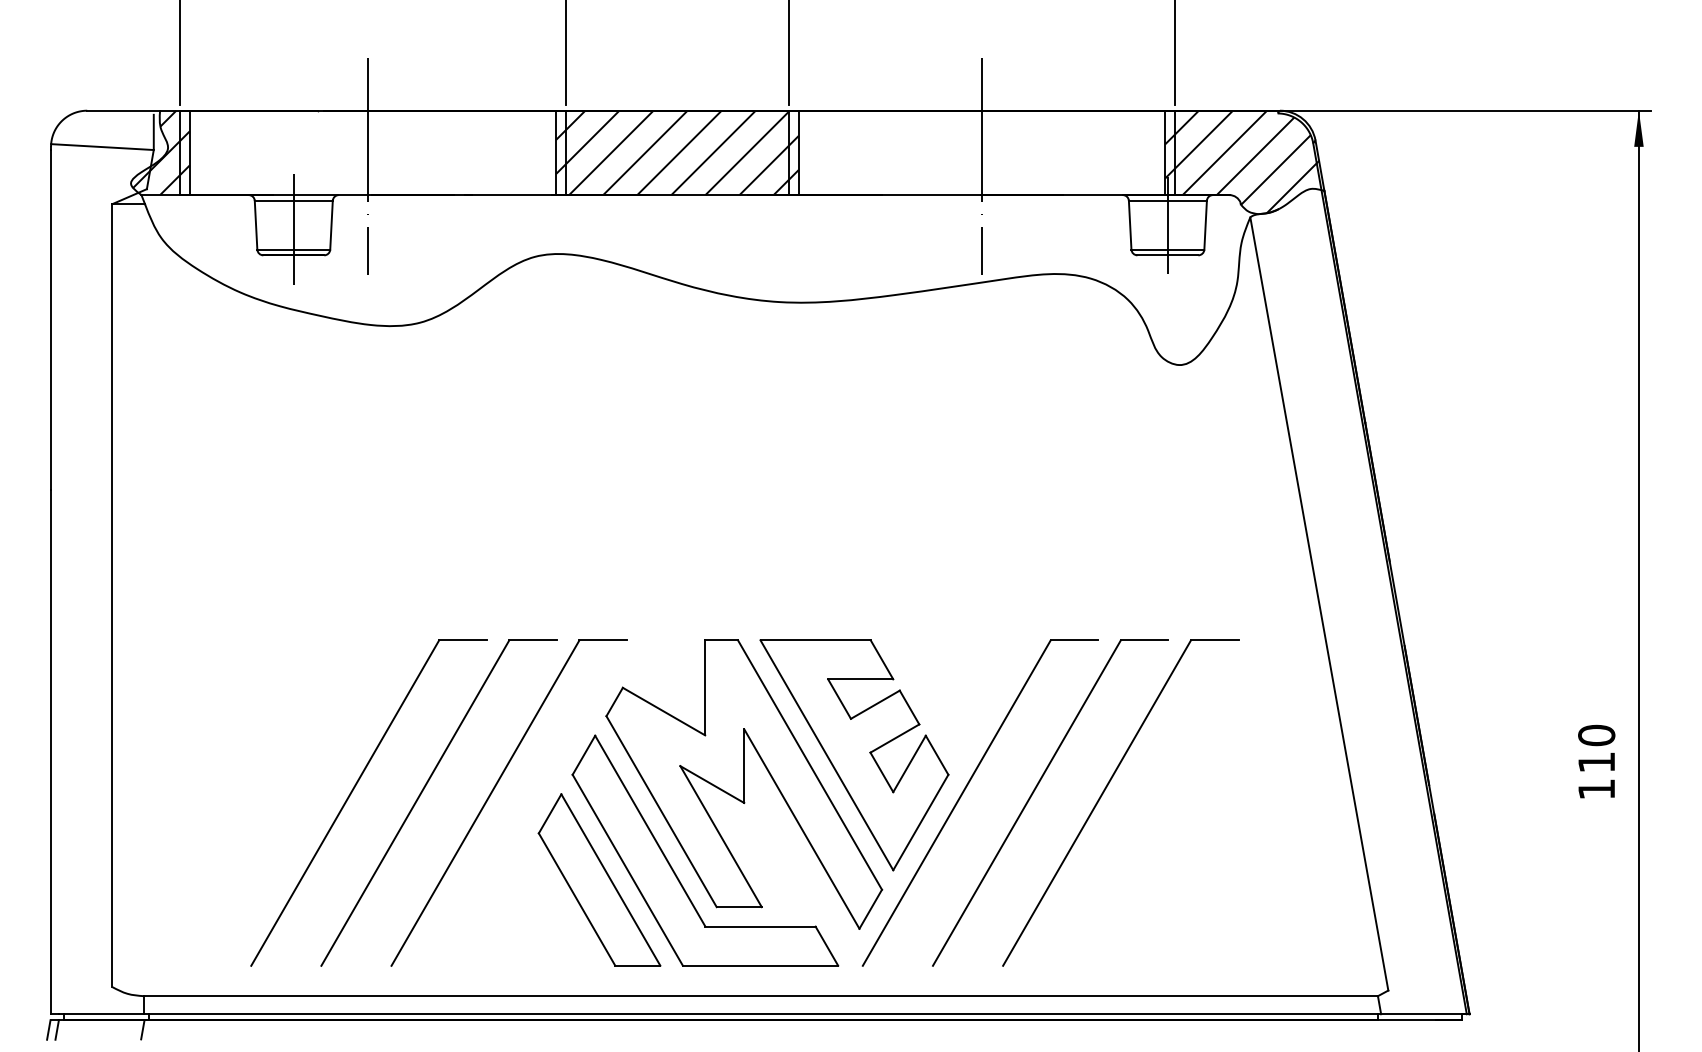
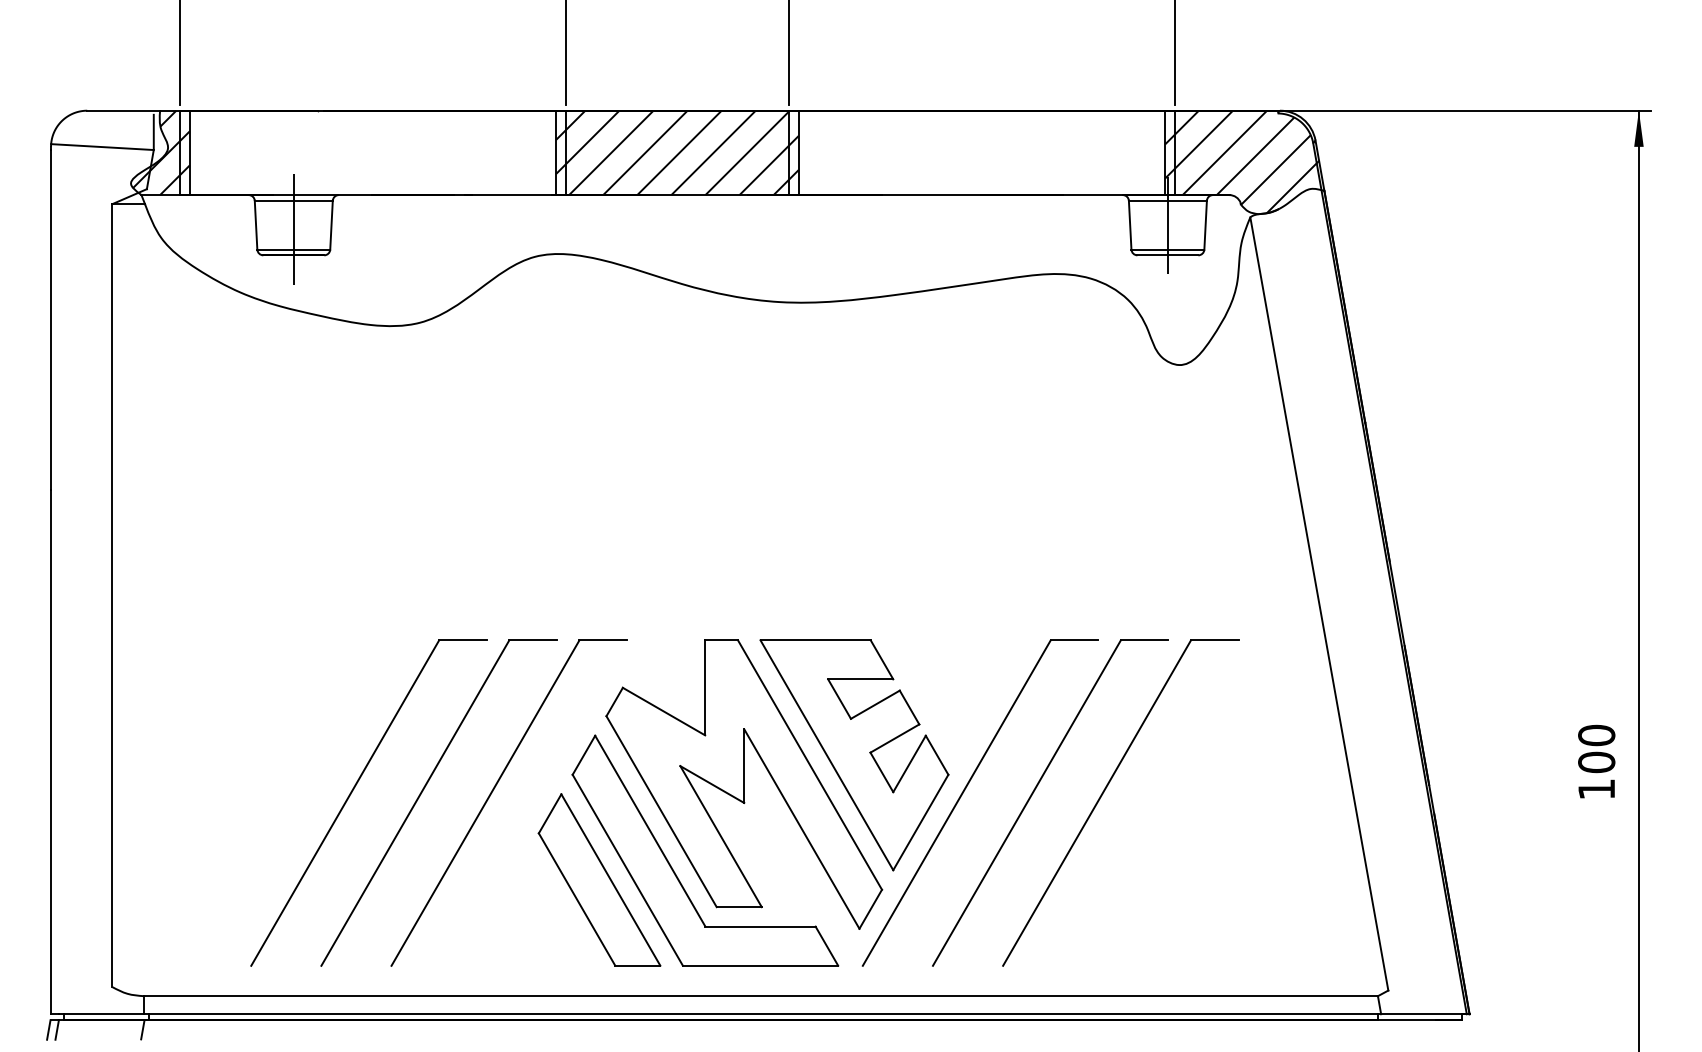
line at (368, 166): present -> none
line at (982, 166): present -> none
text at (1596, 762): 110 -> 100
